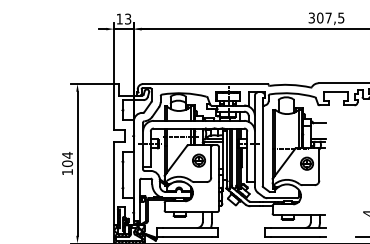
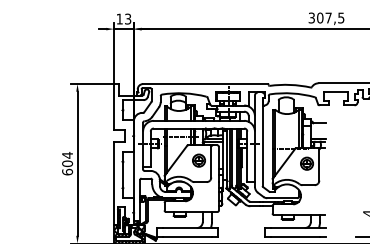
text at (67, 171): 104 -> 604
